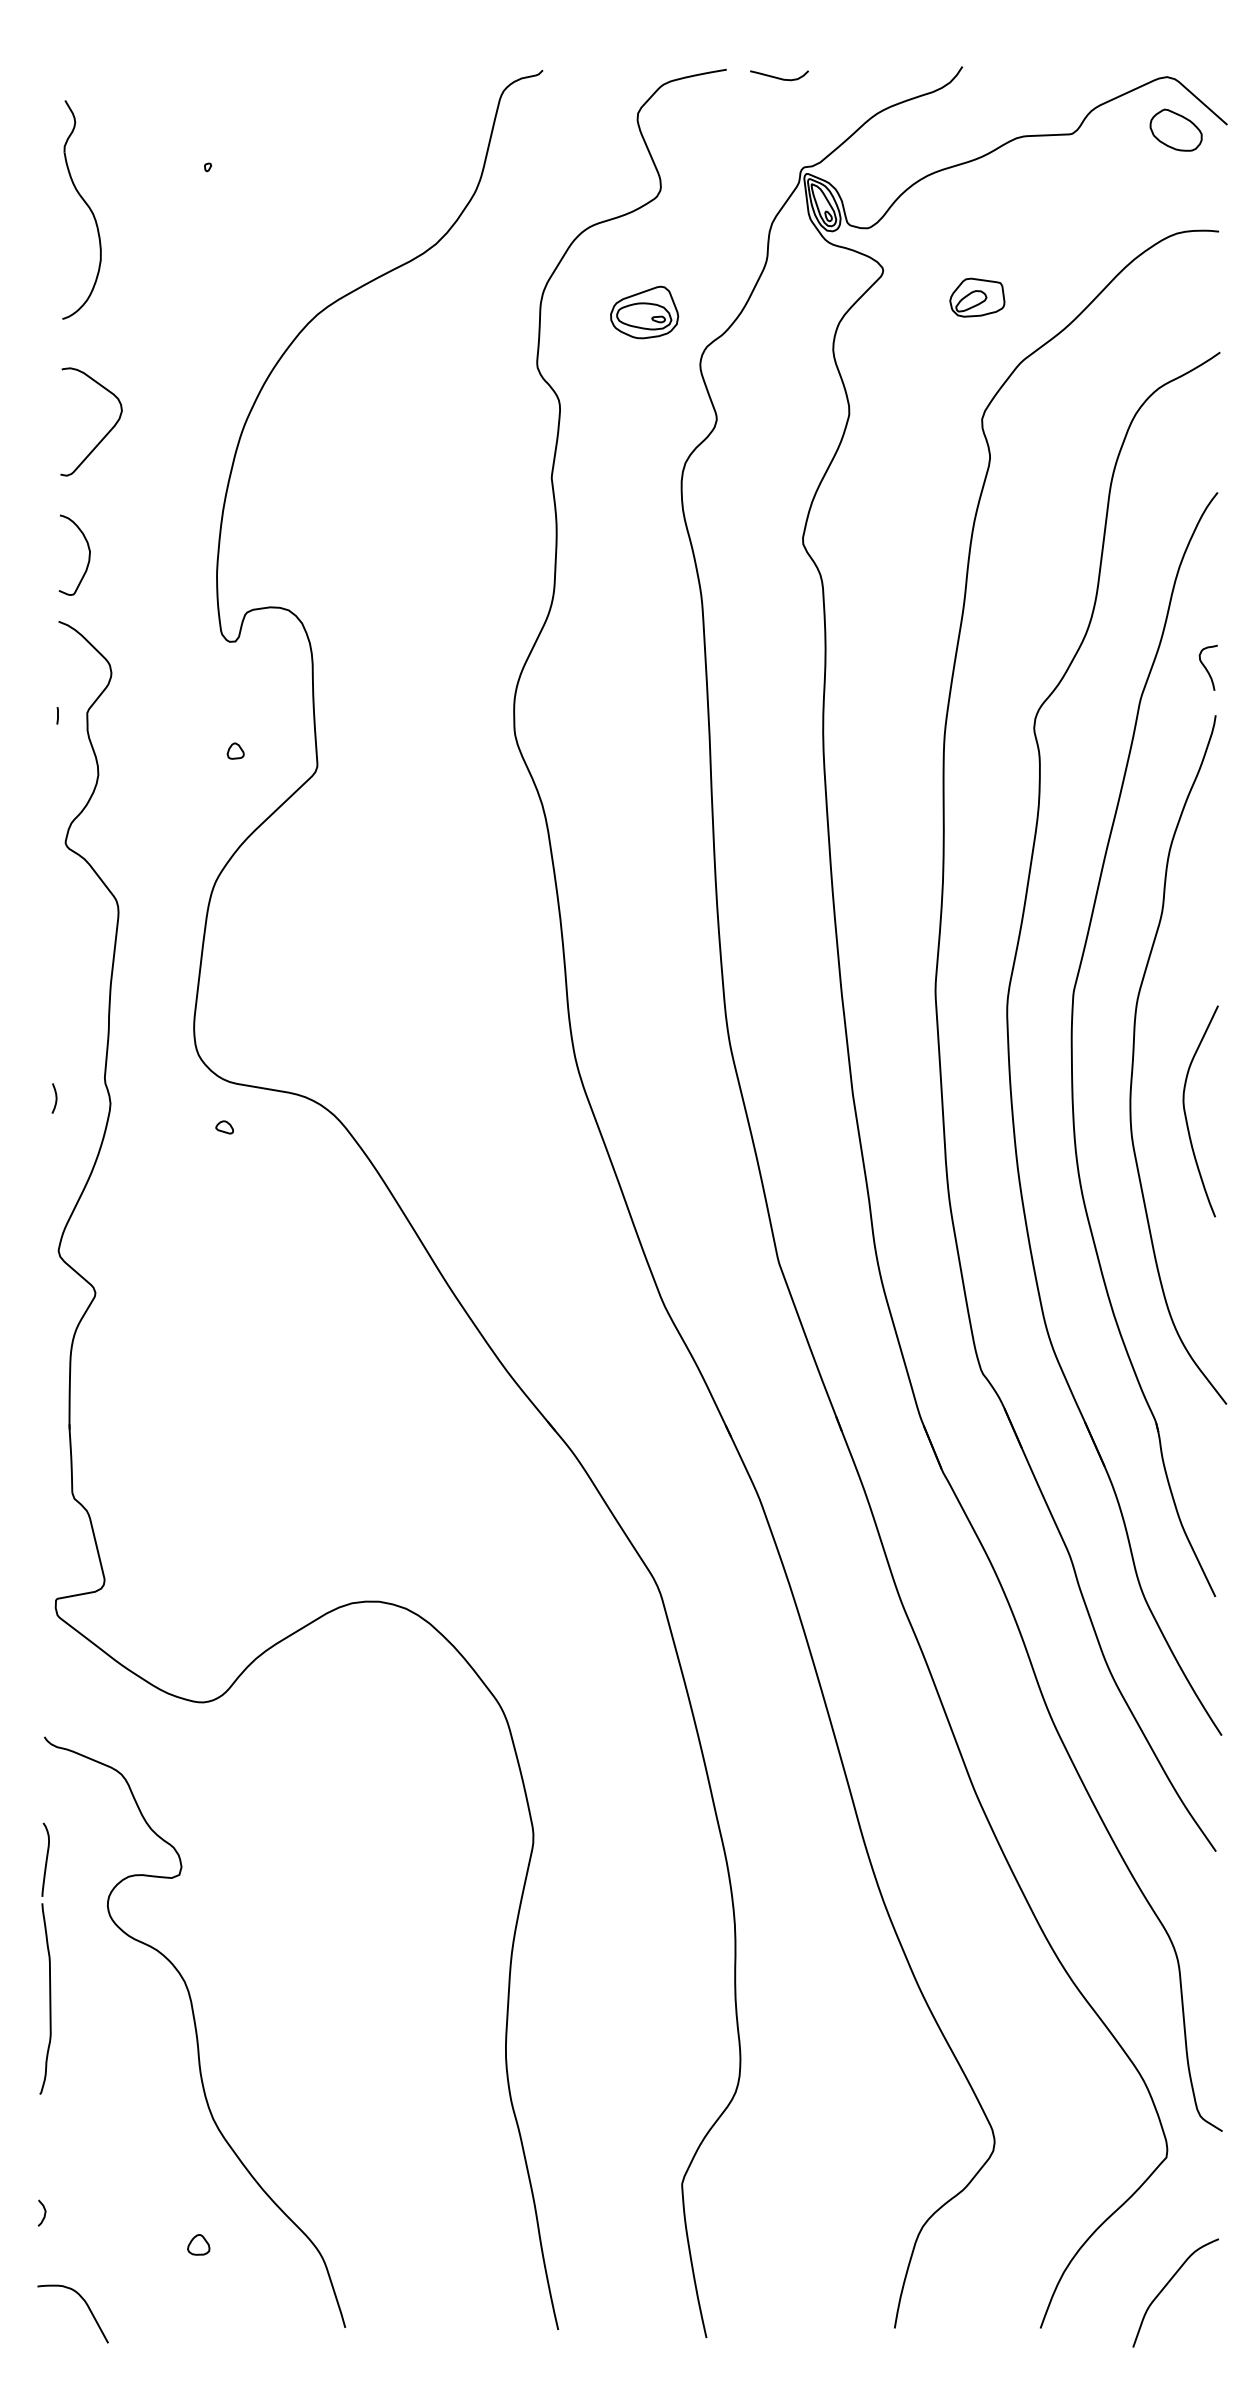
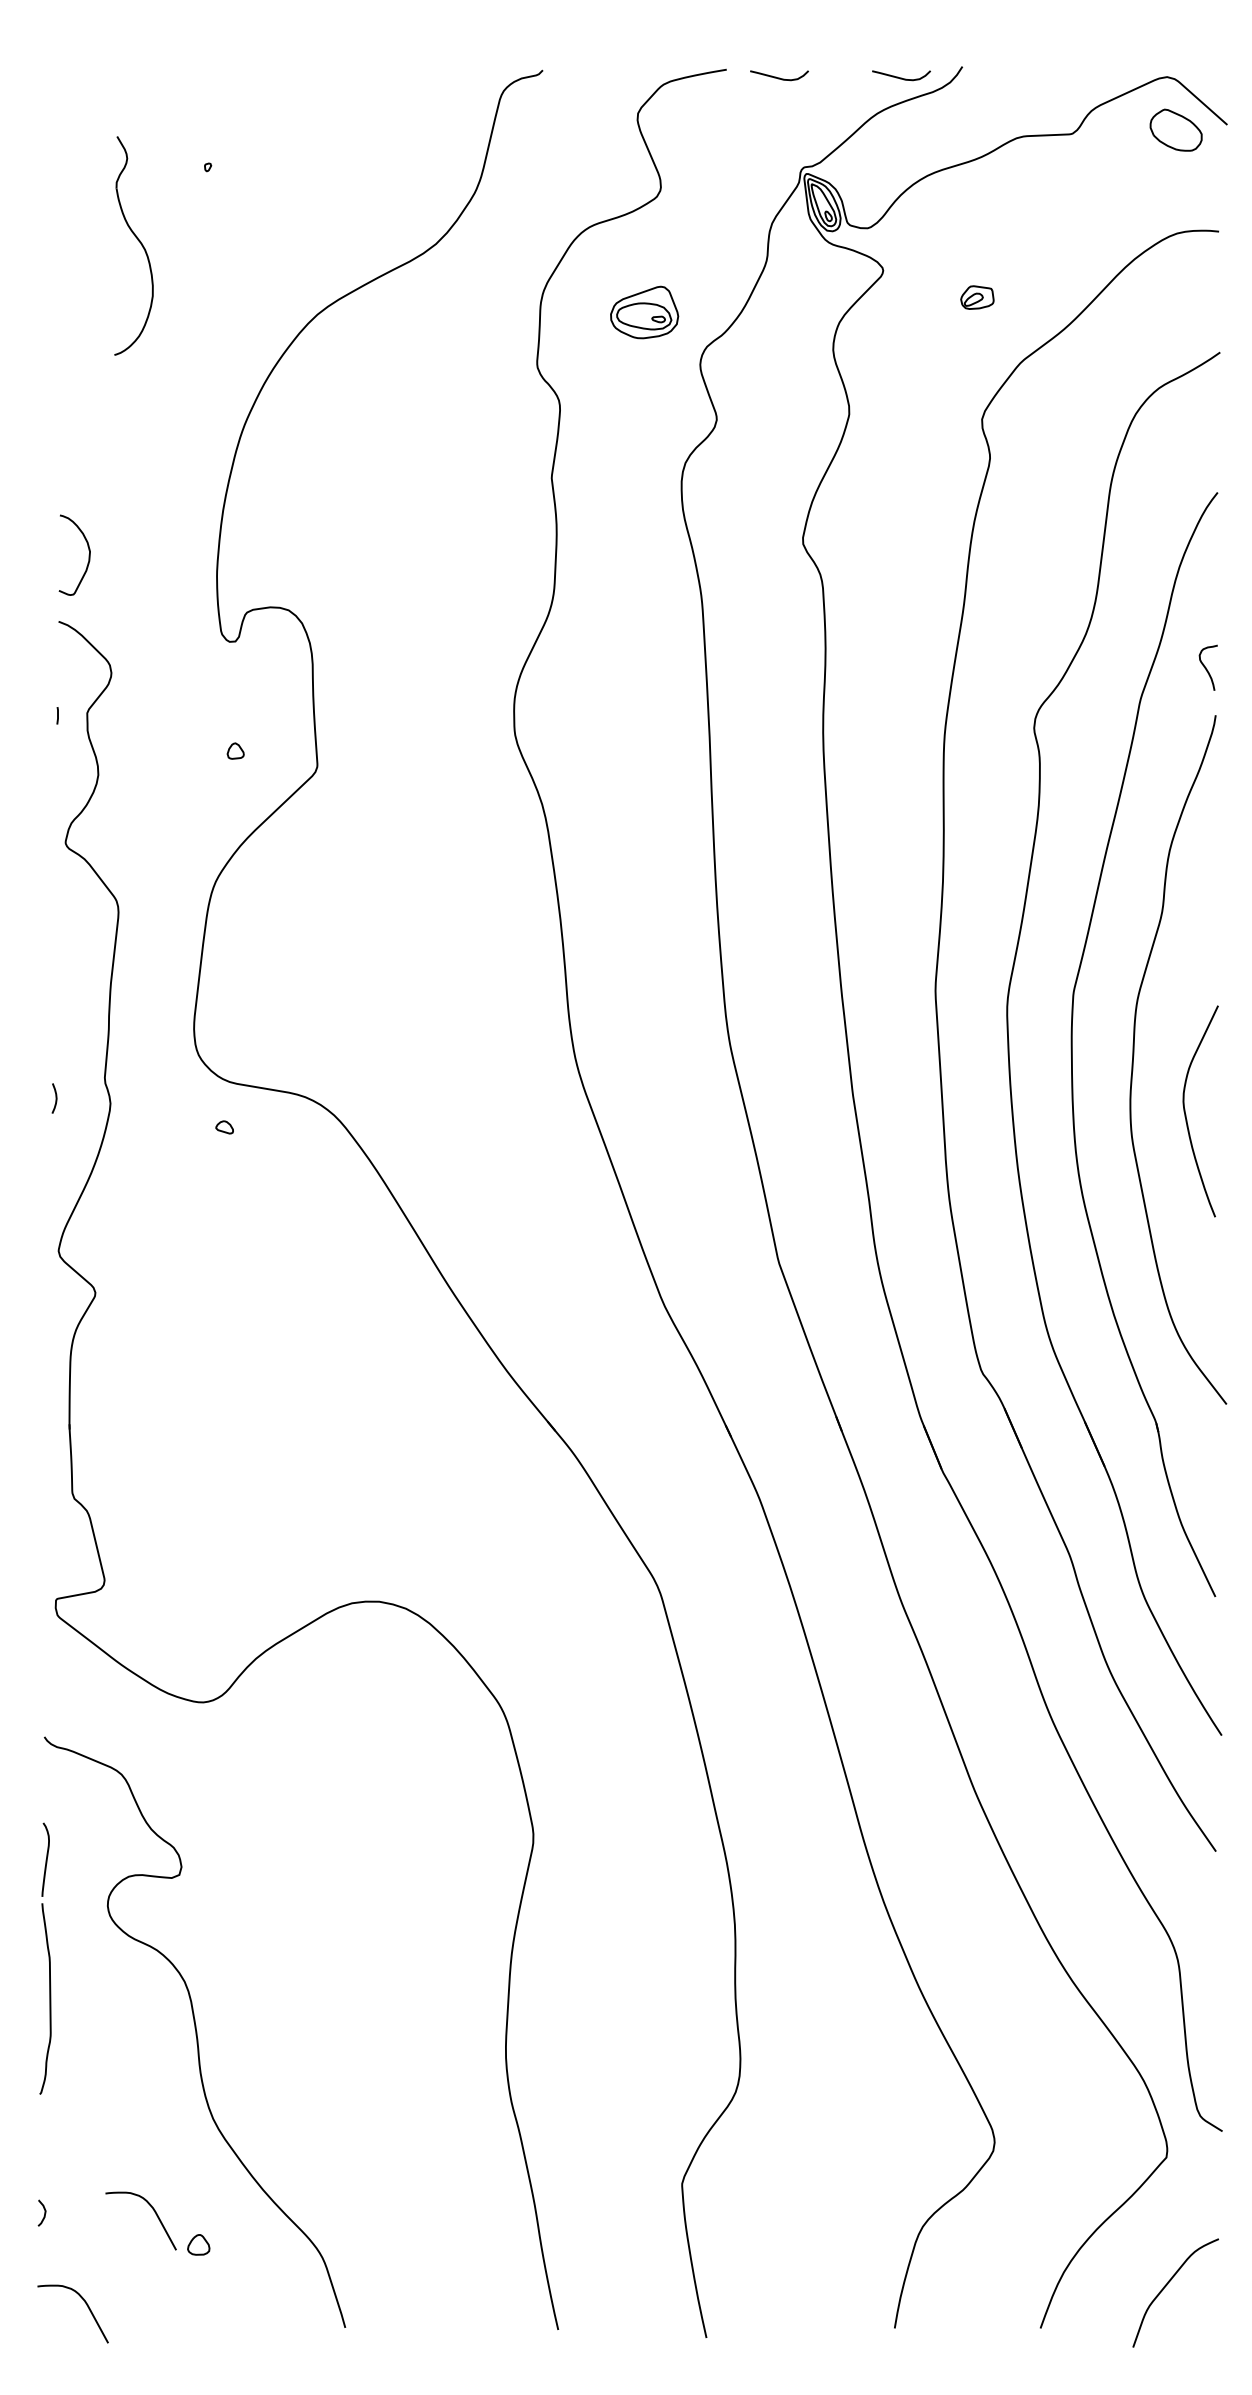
curve at (901, 77): none -> present
part at (85, 204) position: (85, 204) -> (137, 240)
part at (977, 297) size: 57x41 px -> 35x25 px
curve at (105, 434): present -> none
curve at (154, 2212): none -> present
